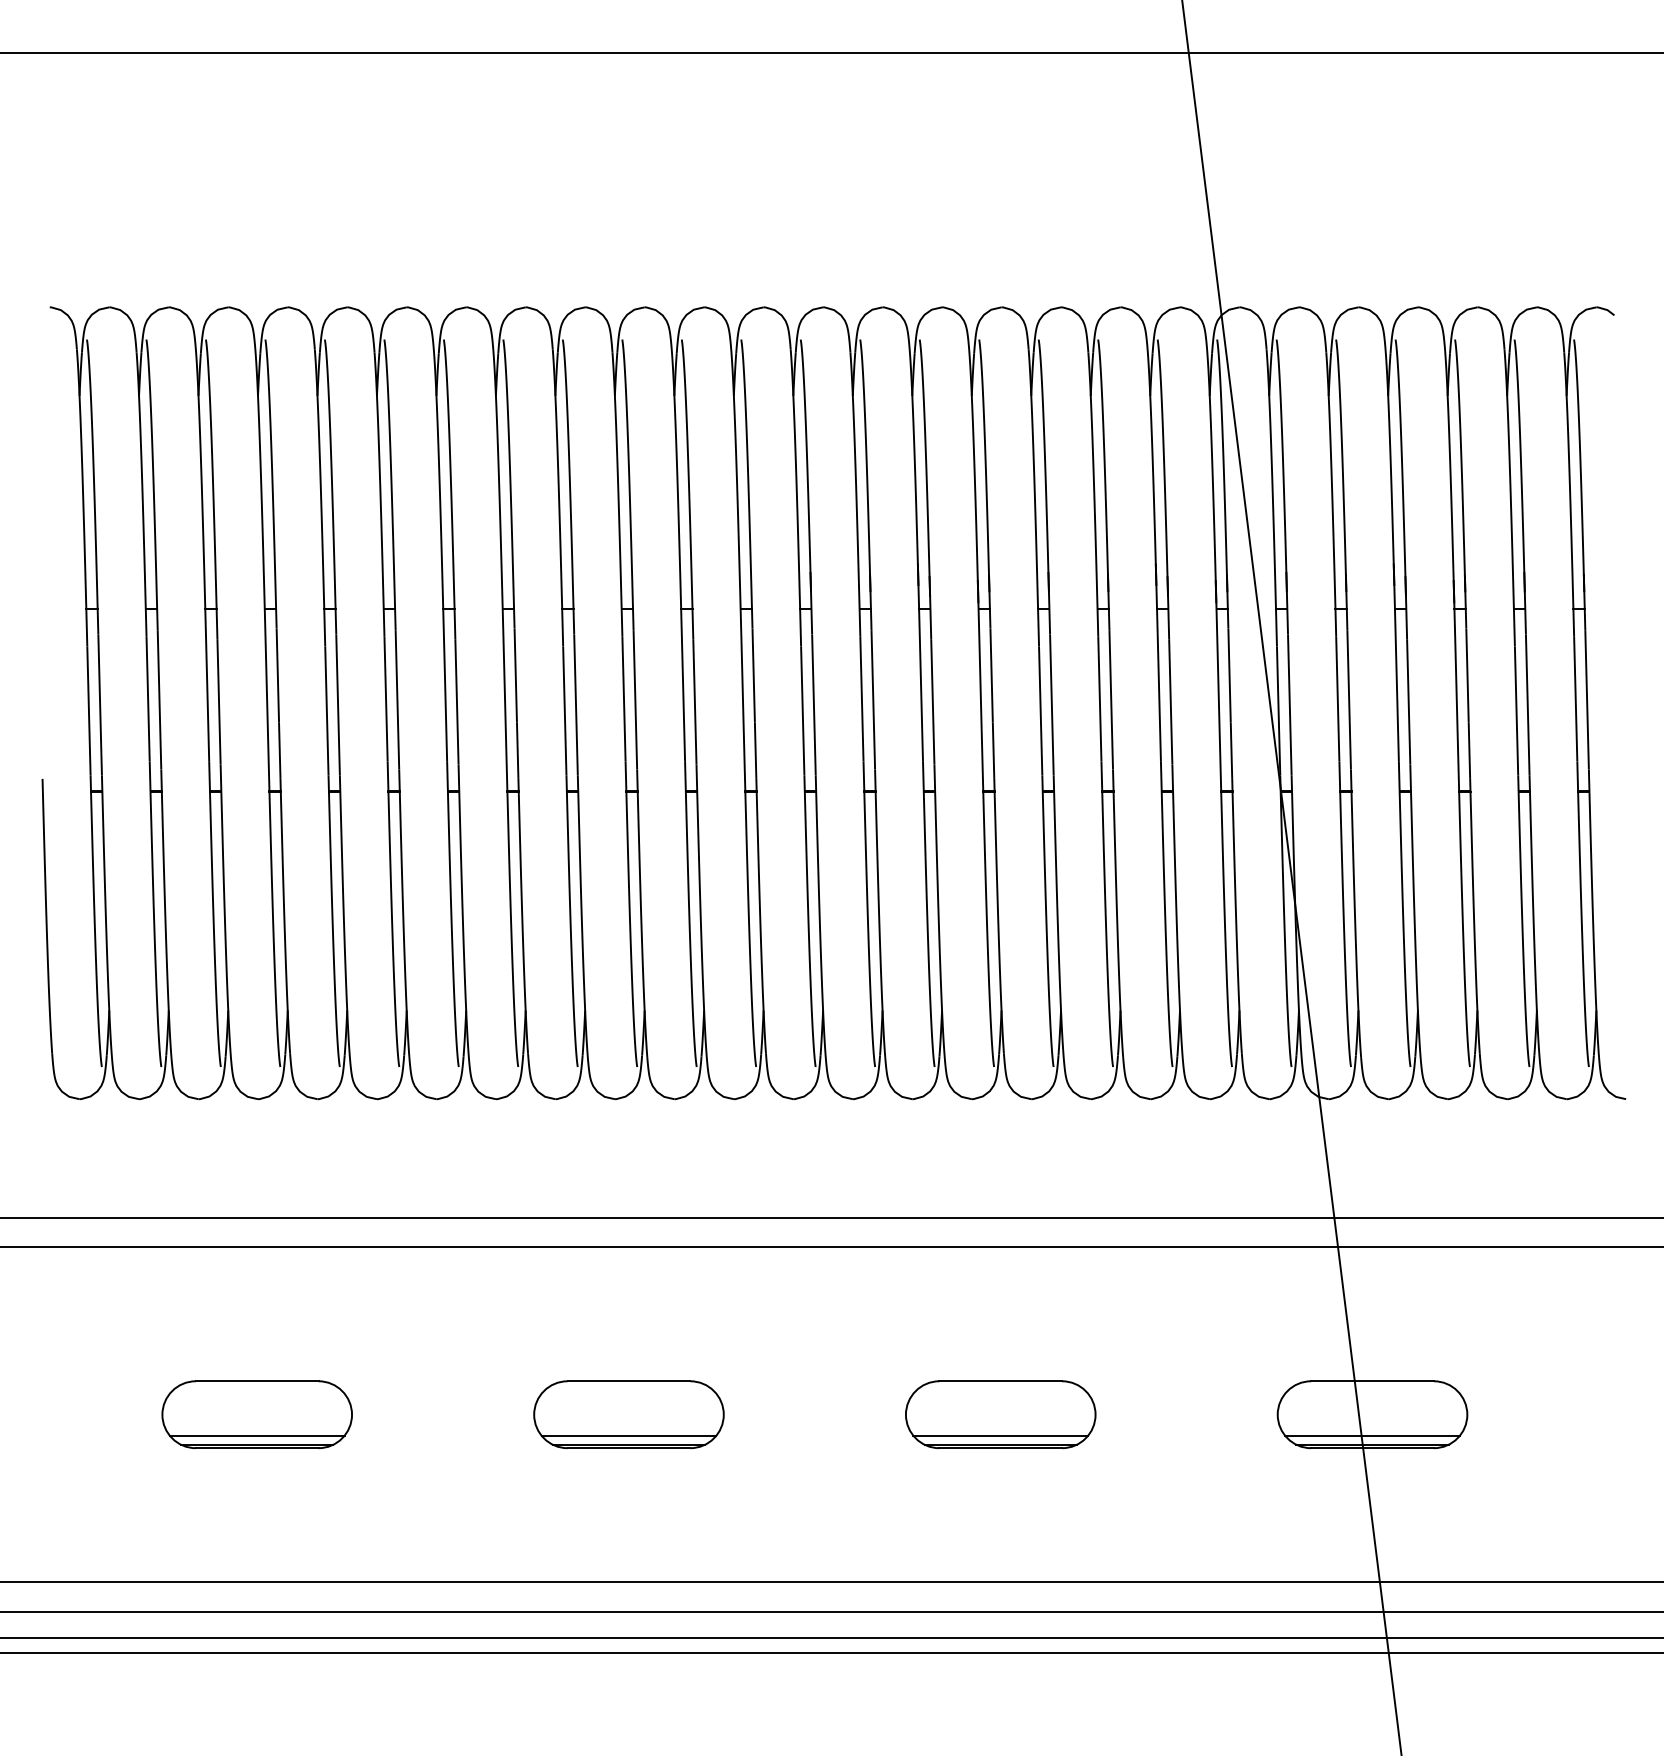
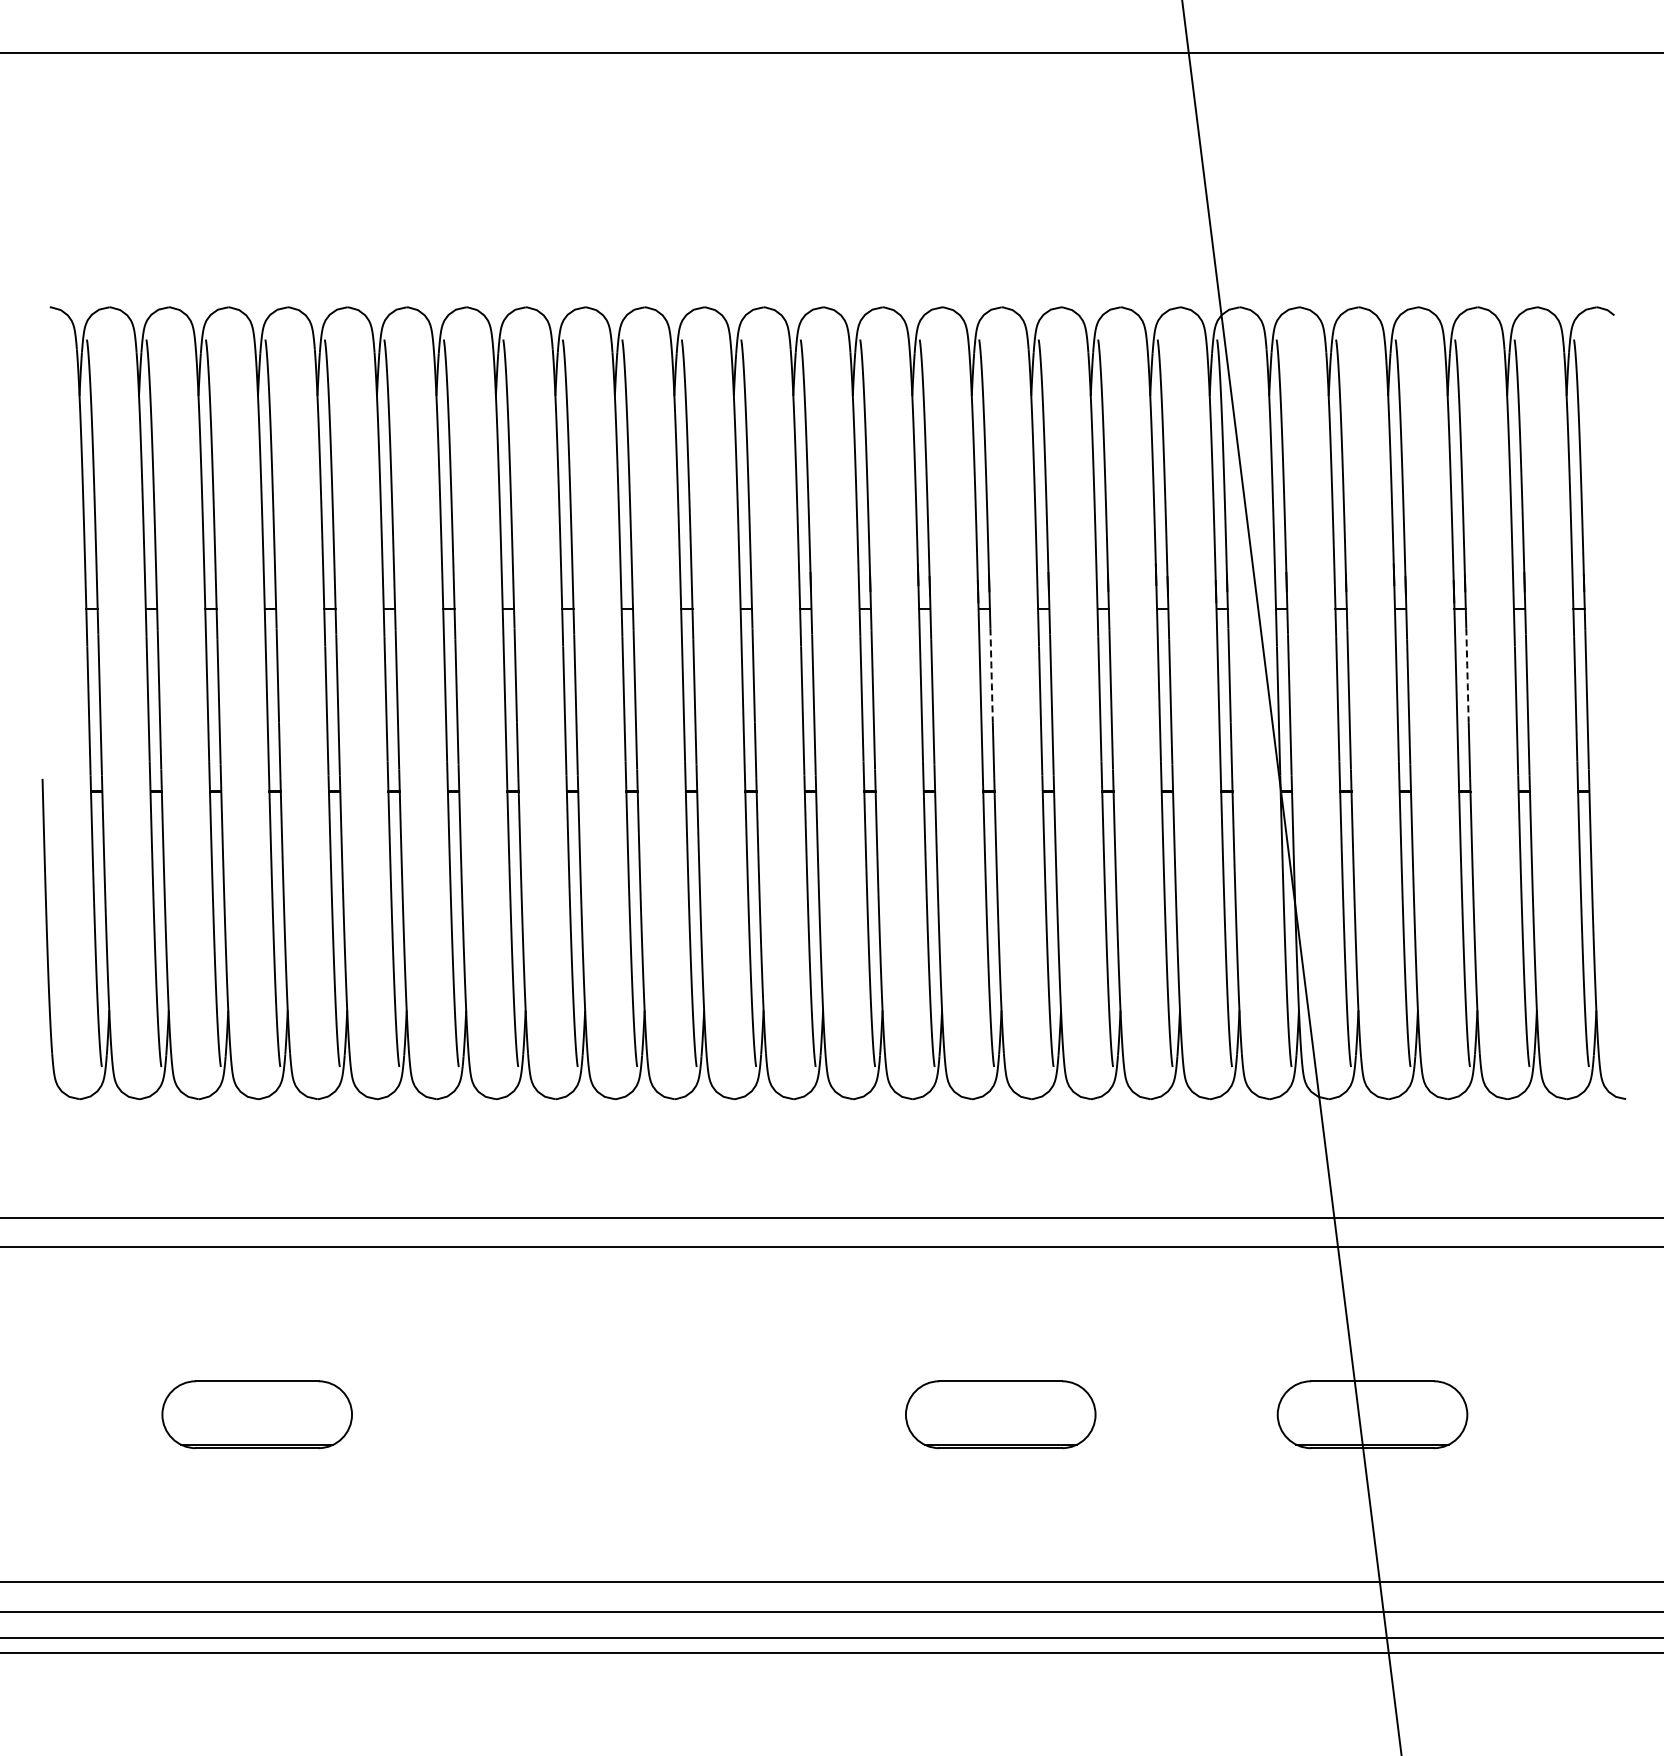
line at (991, 675): solid -> dashed
line at (1467, 675): solid -> dashed
part at (628, 1414): present -> none
line at (256, 1435): present -> none
line at (1000, 1435): present -> none
line at (1372, 1435): present -> none
